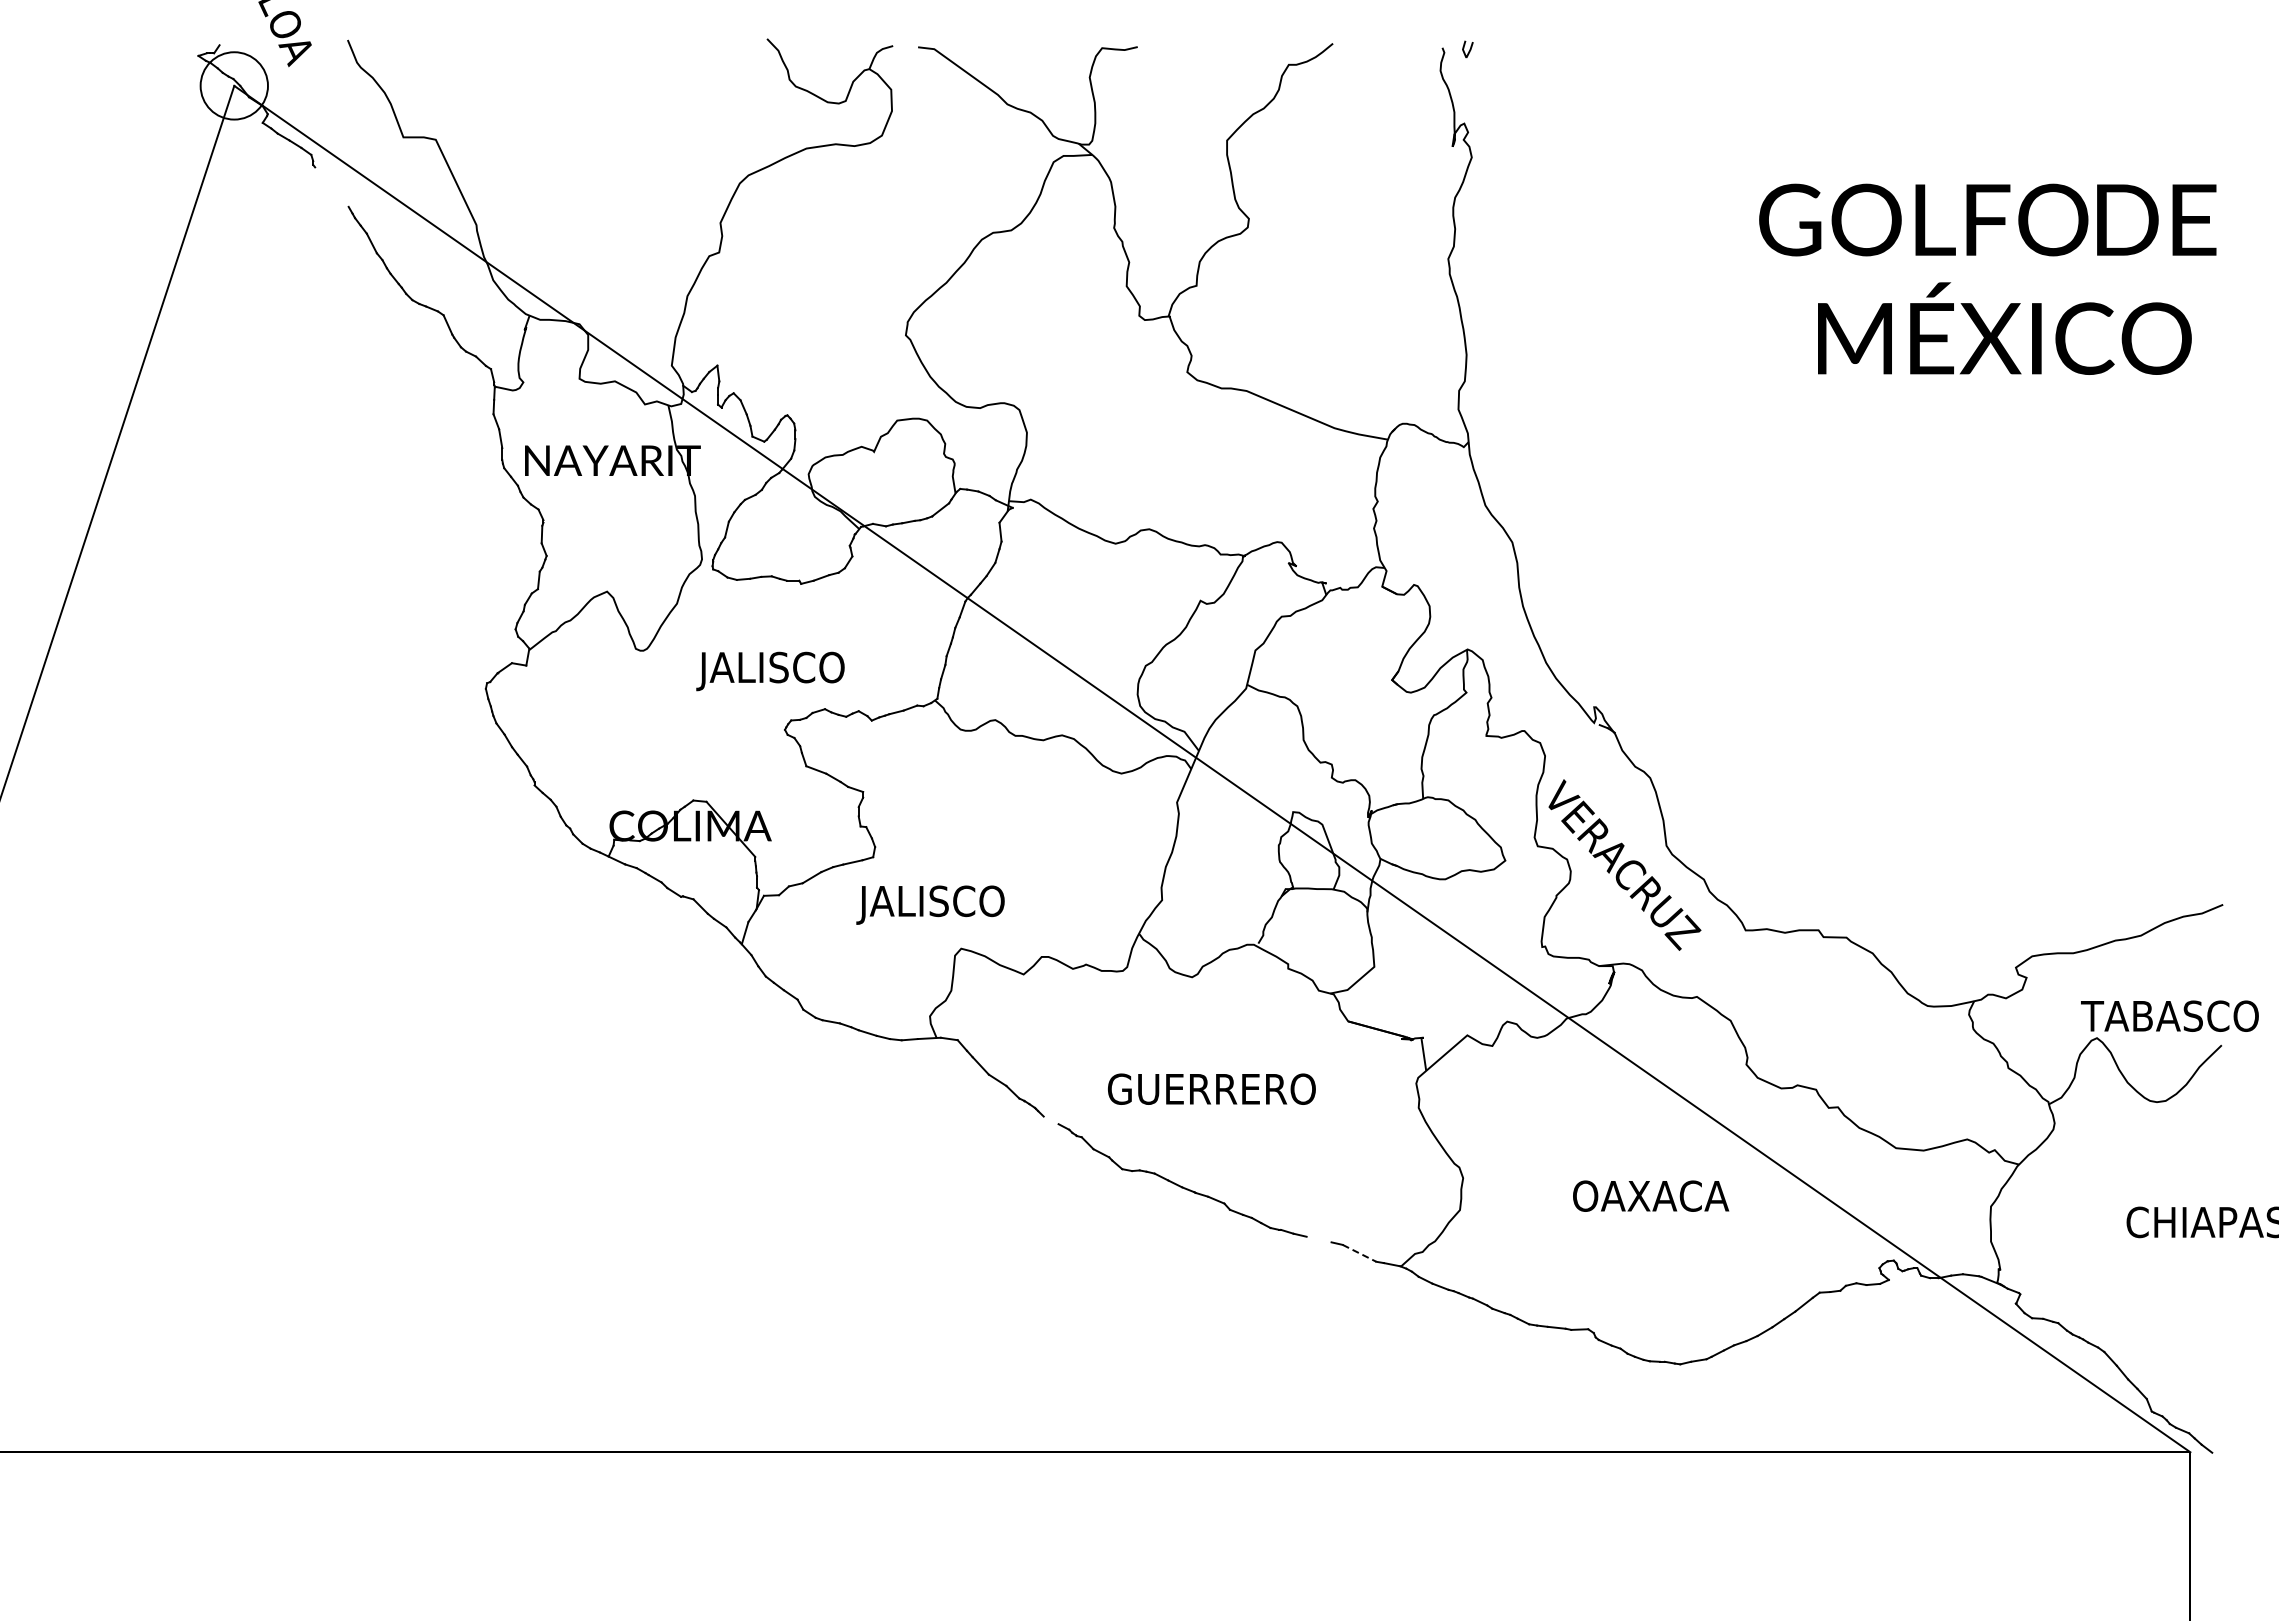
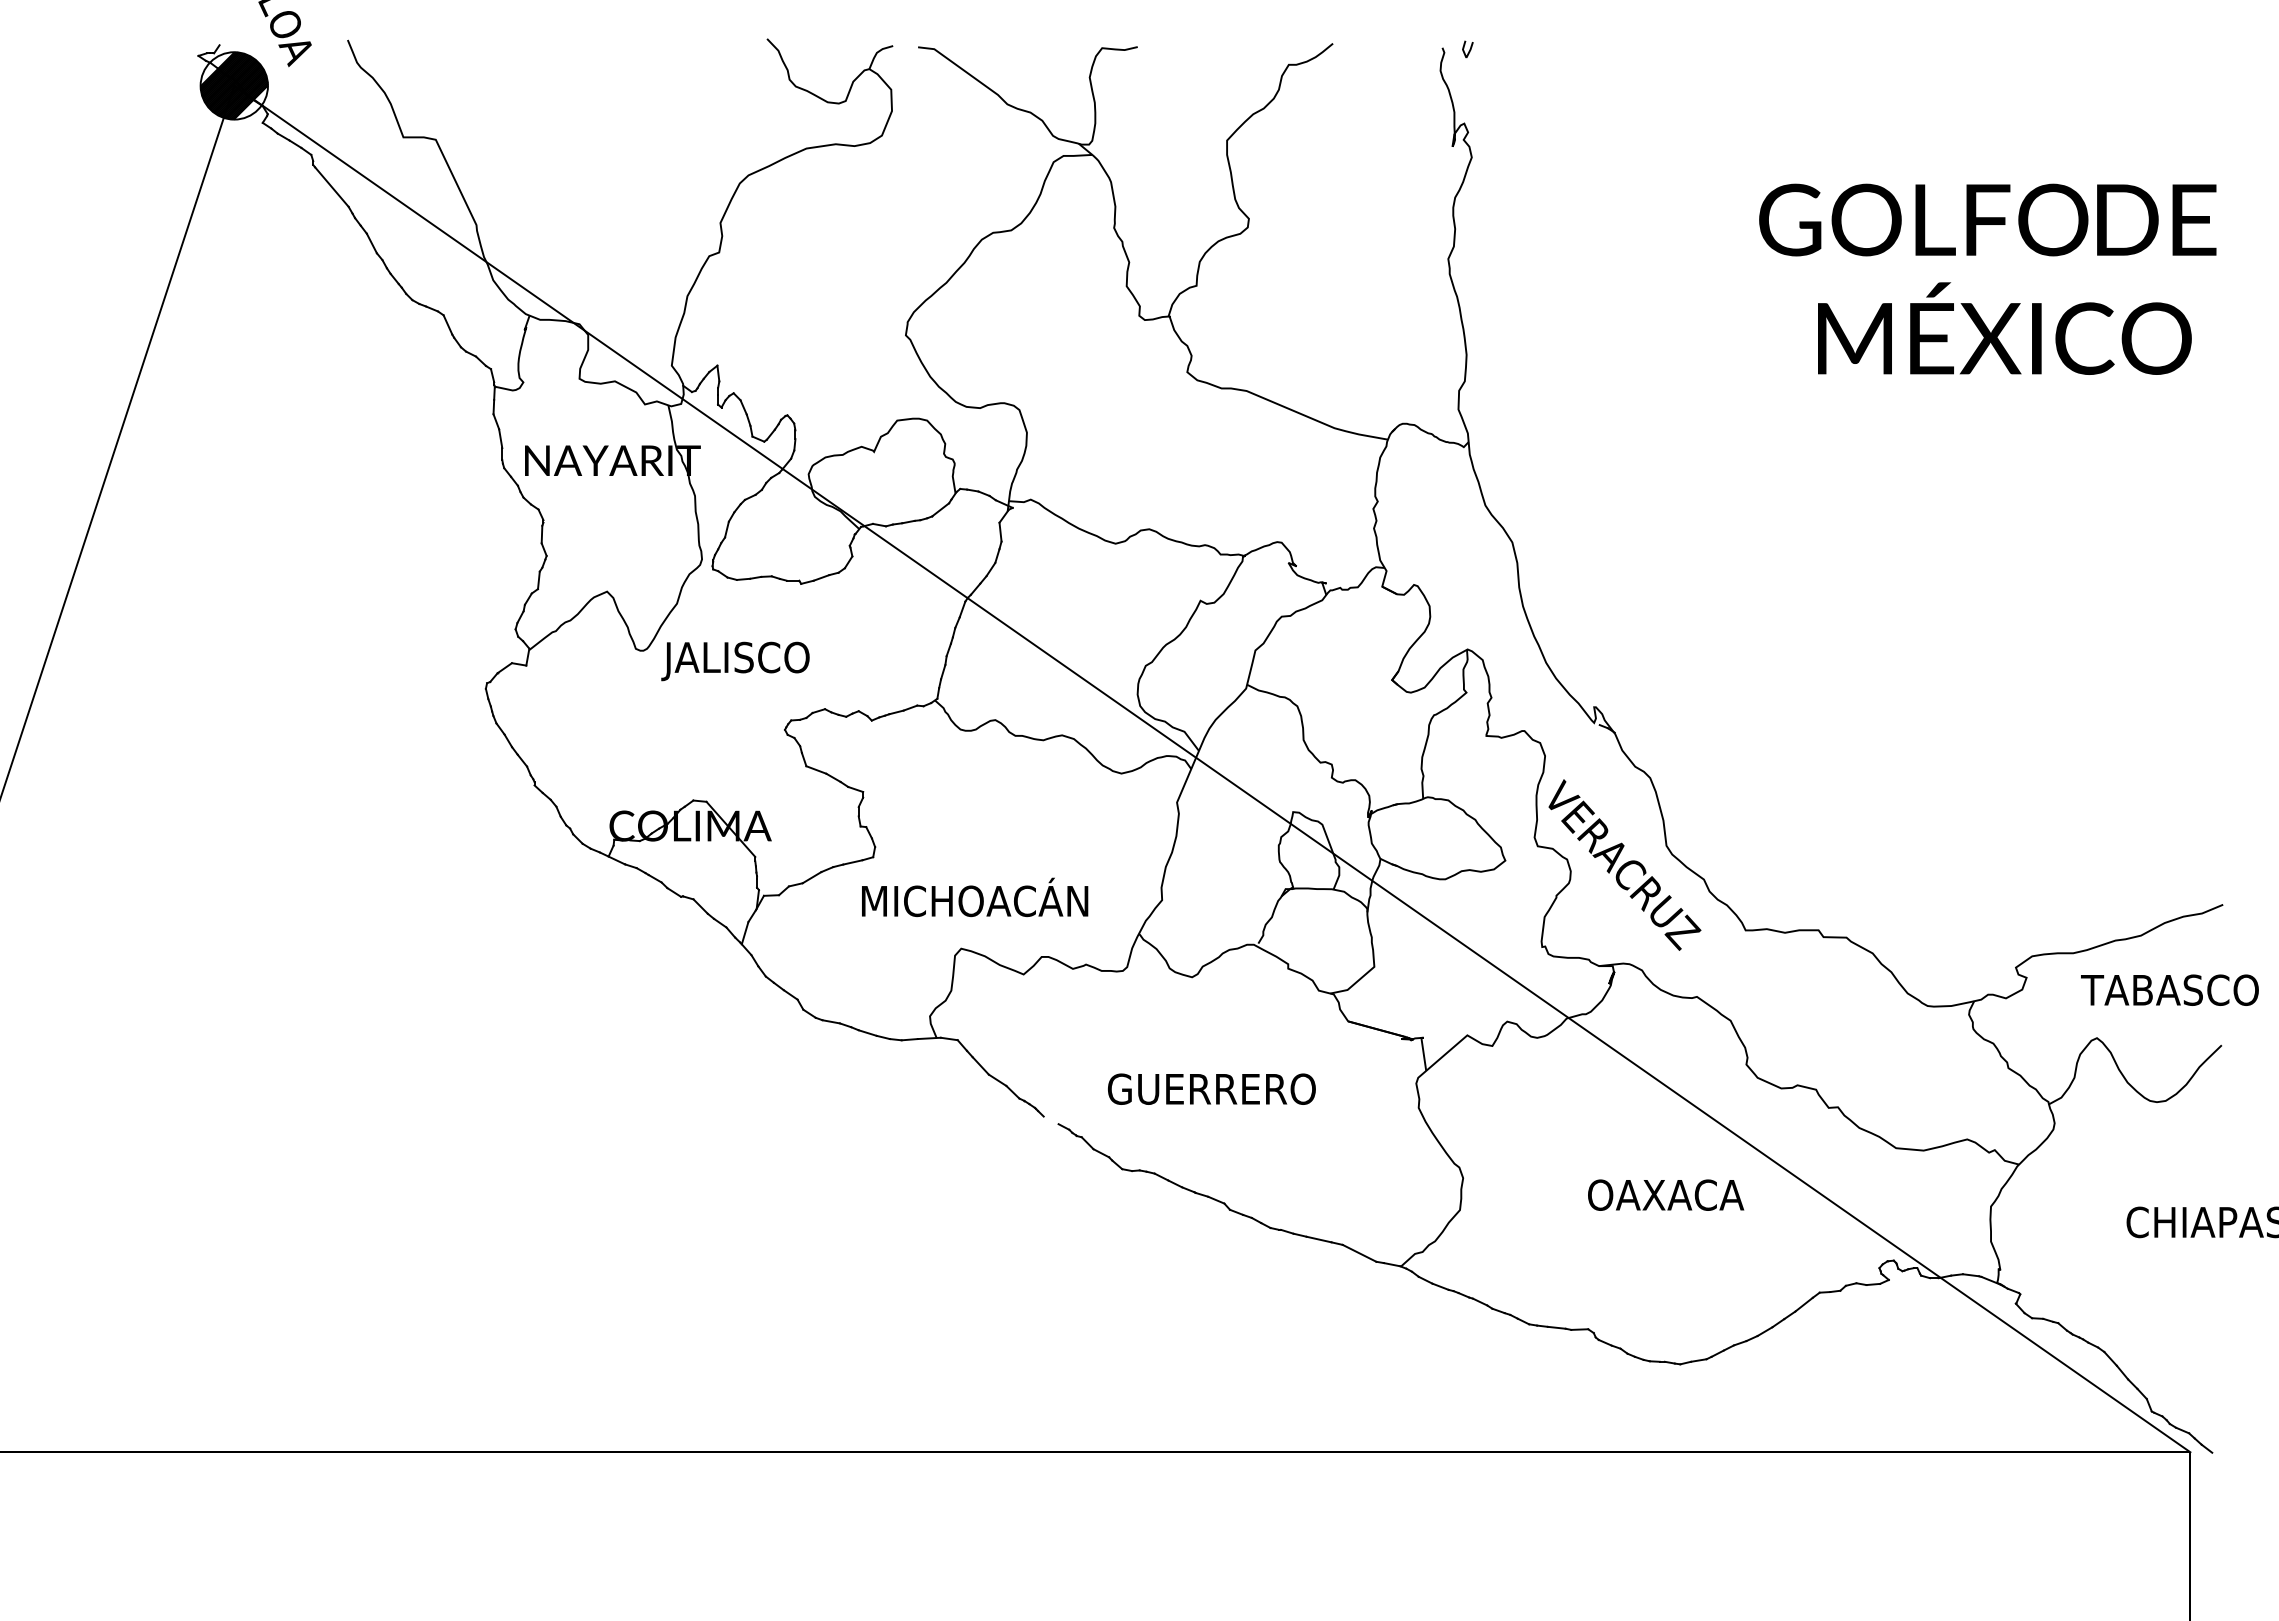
hatch at (233, 85): none -> present
line at (331, 186): none -> present
text at (770, 671) position: (770, 671) -> (735, 661)
text at (972, 900): JALISCO -> MICHOACÁN
text at (2169, 1015) position: (2169, 1015) -> (2169, 989)
text at (1651, 1195) position: (1651, 1195) -> (1666, 1194)
line at (1318, 1239): none -> present
line at (1359, 1253): dashed -> solid
